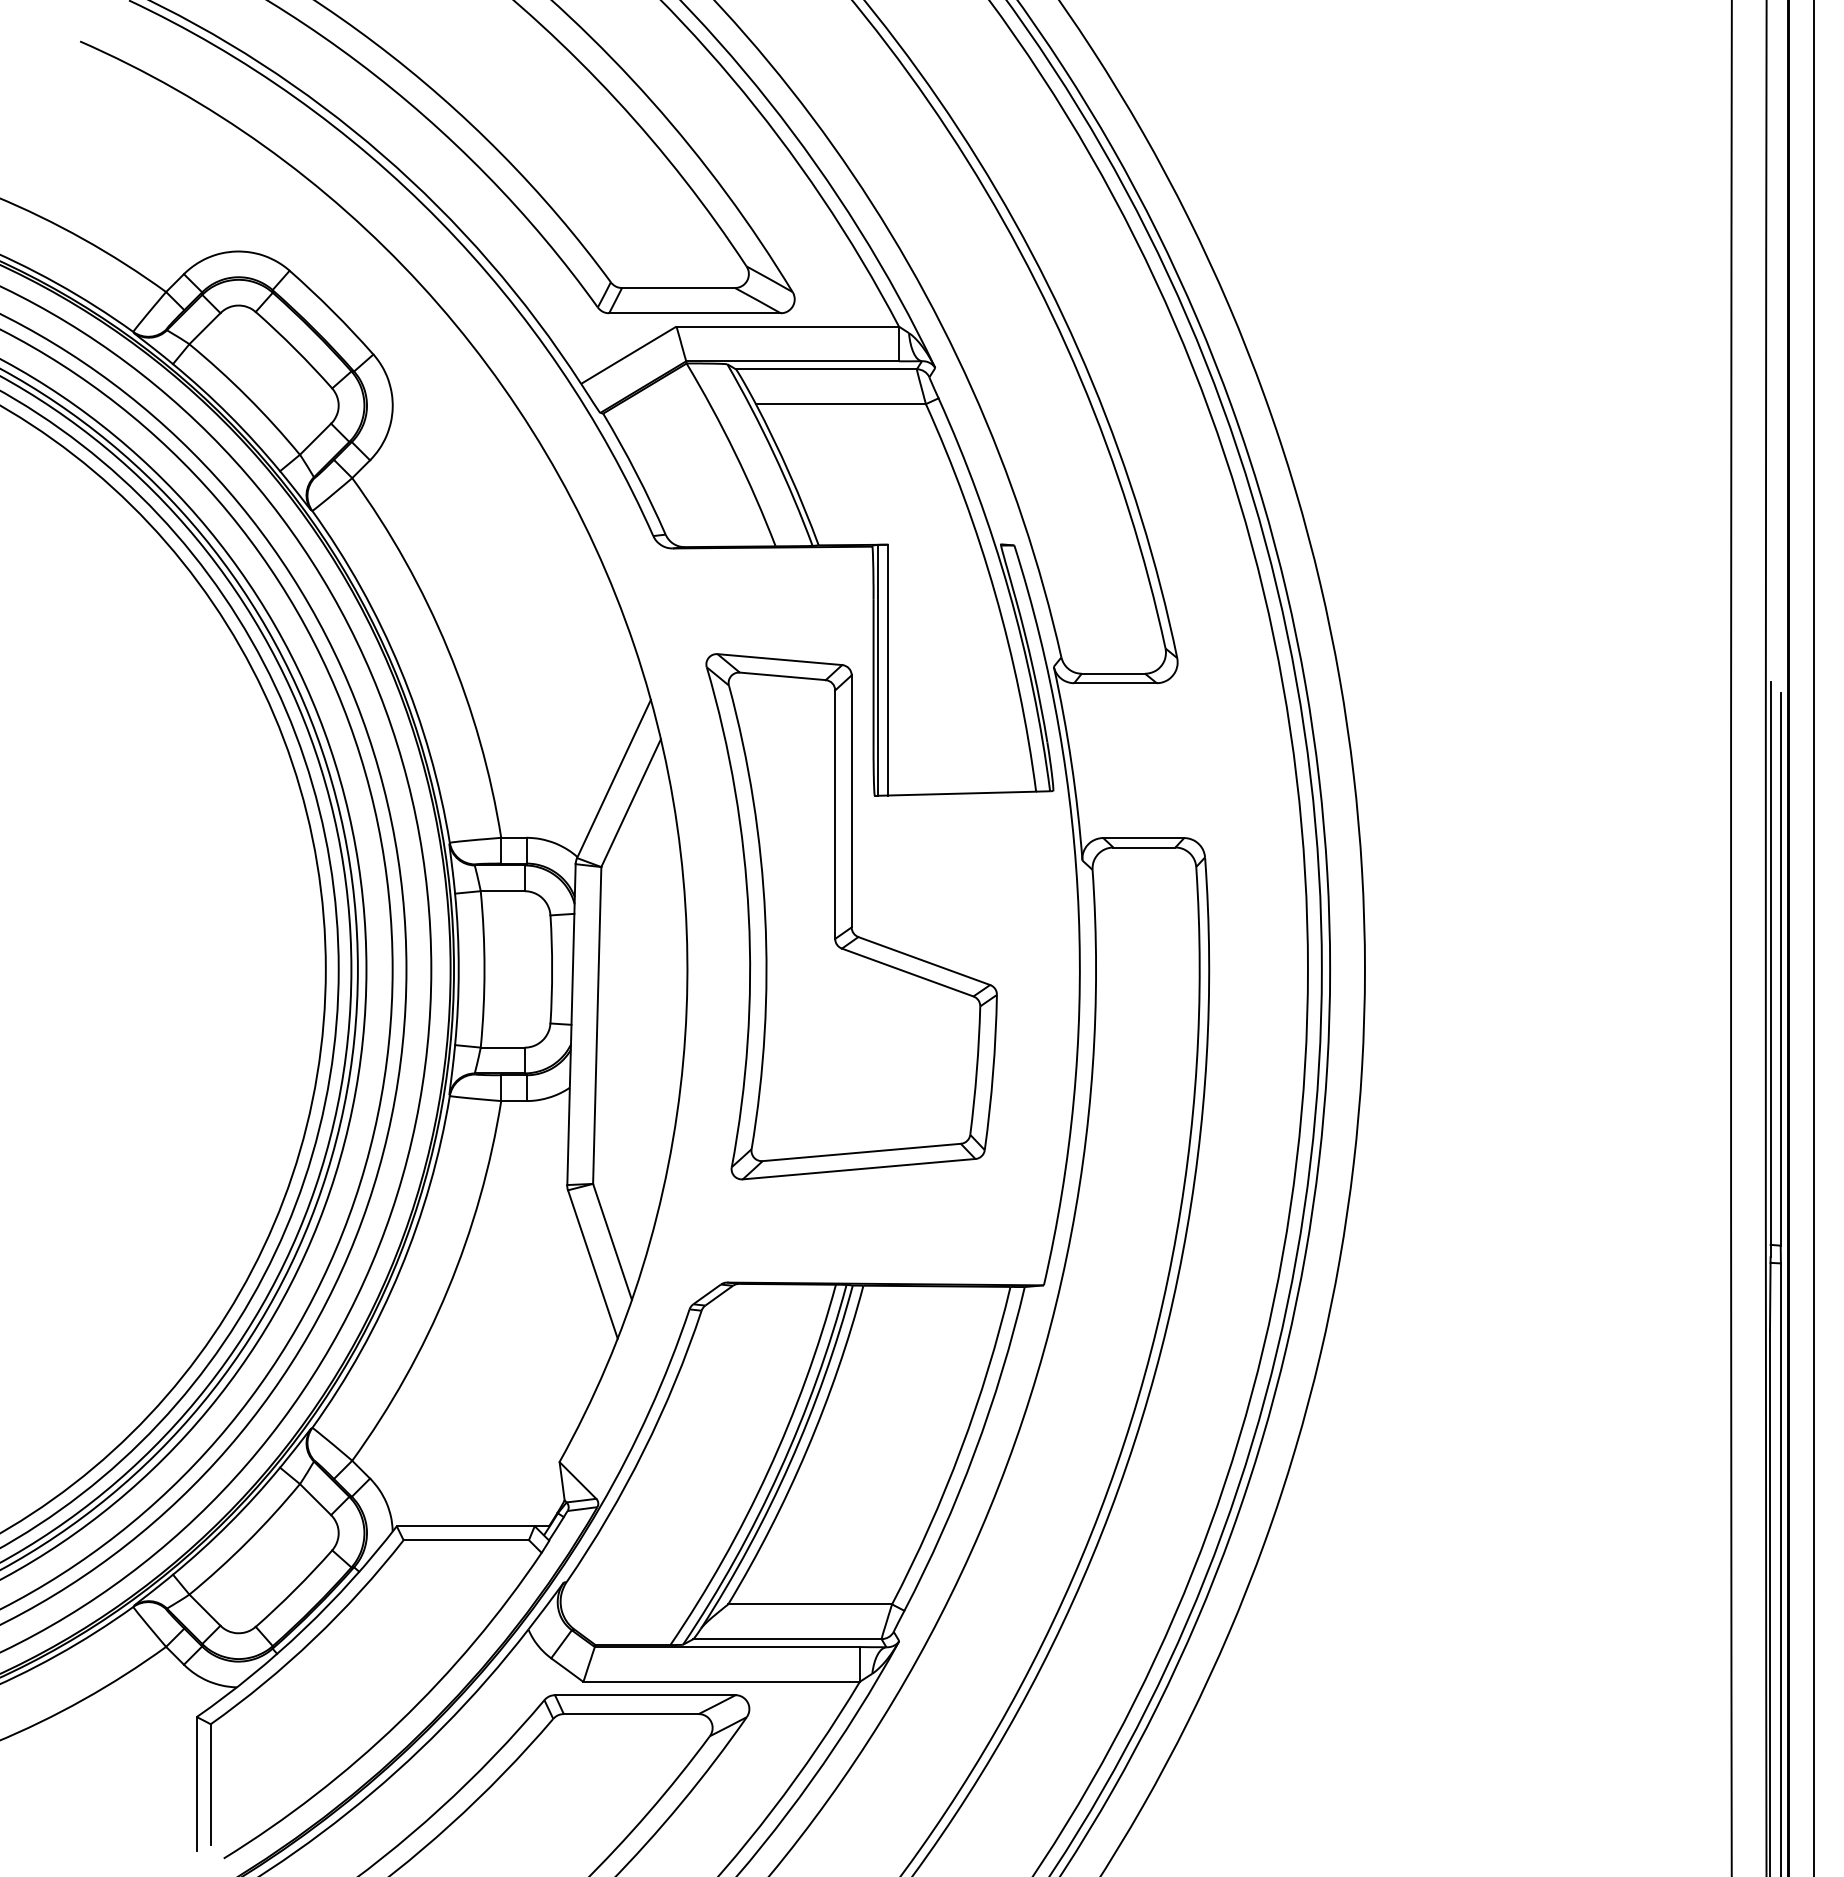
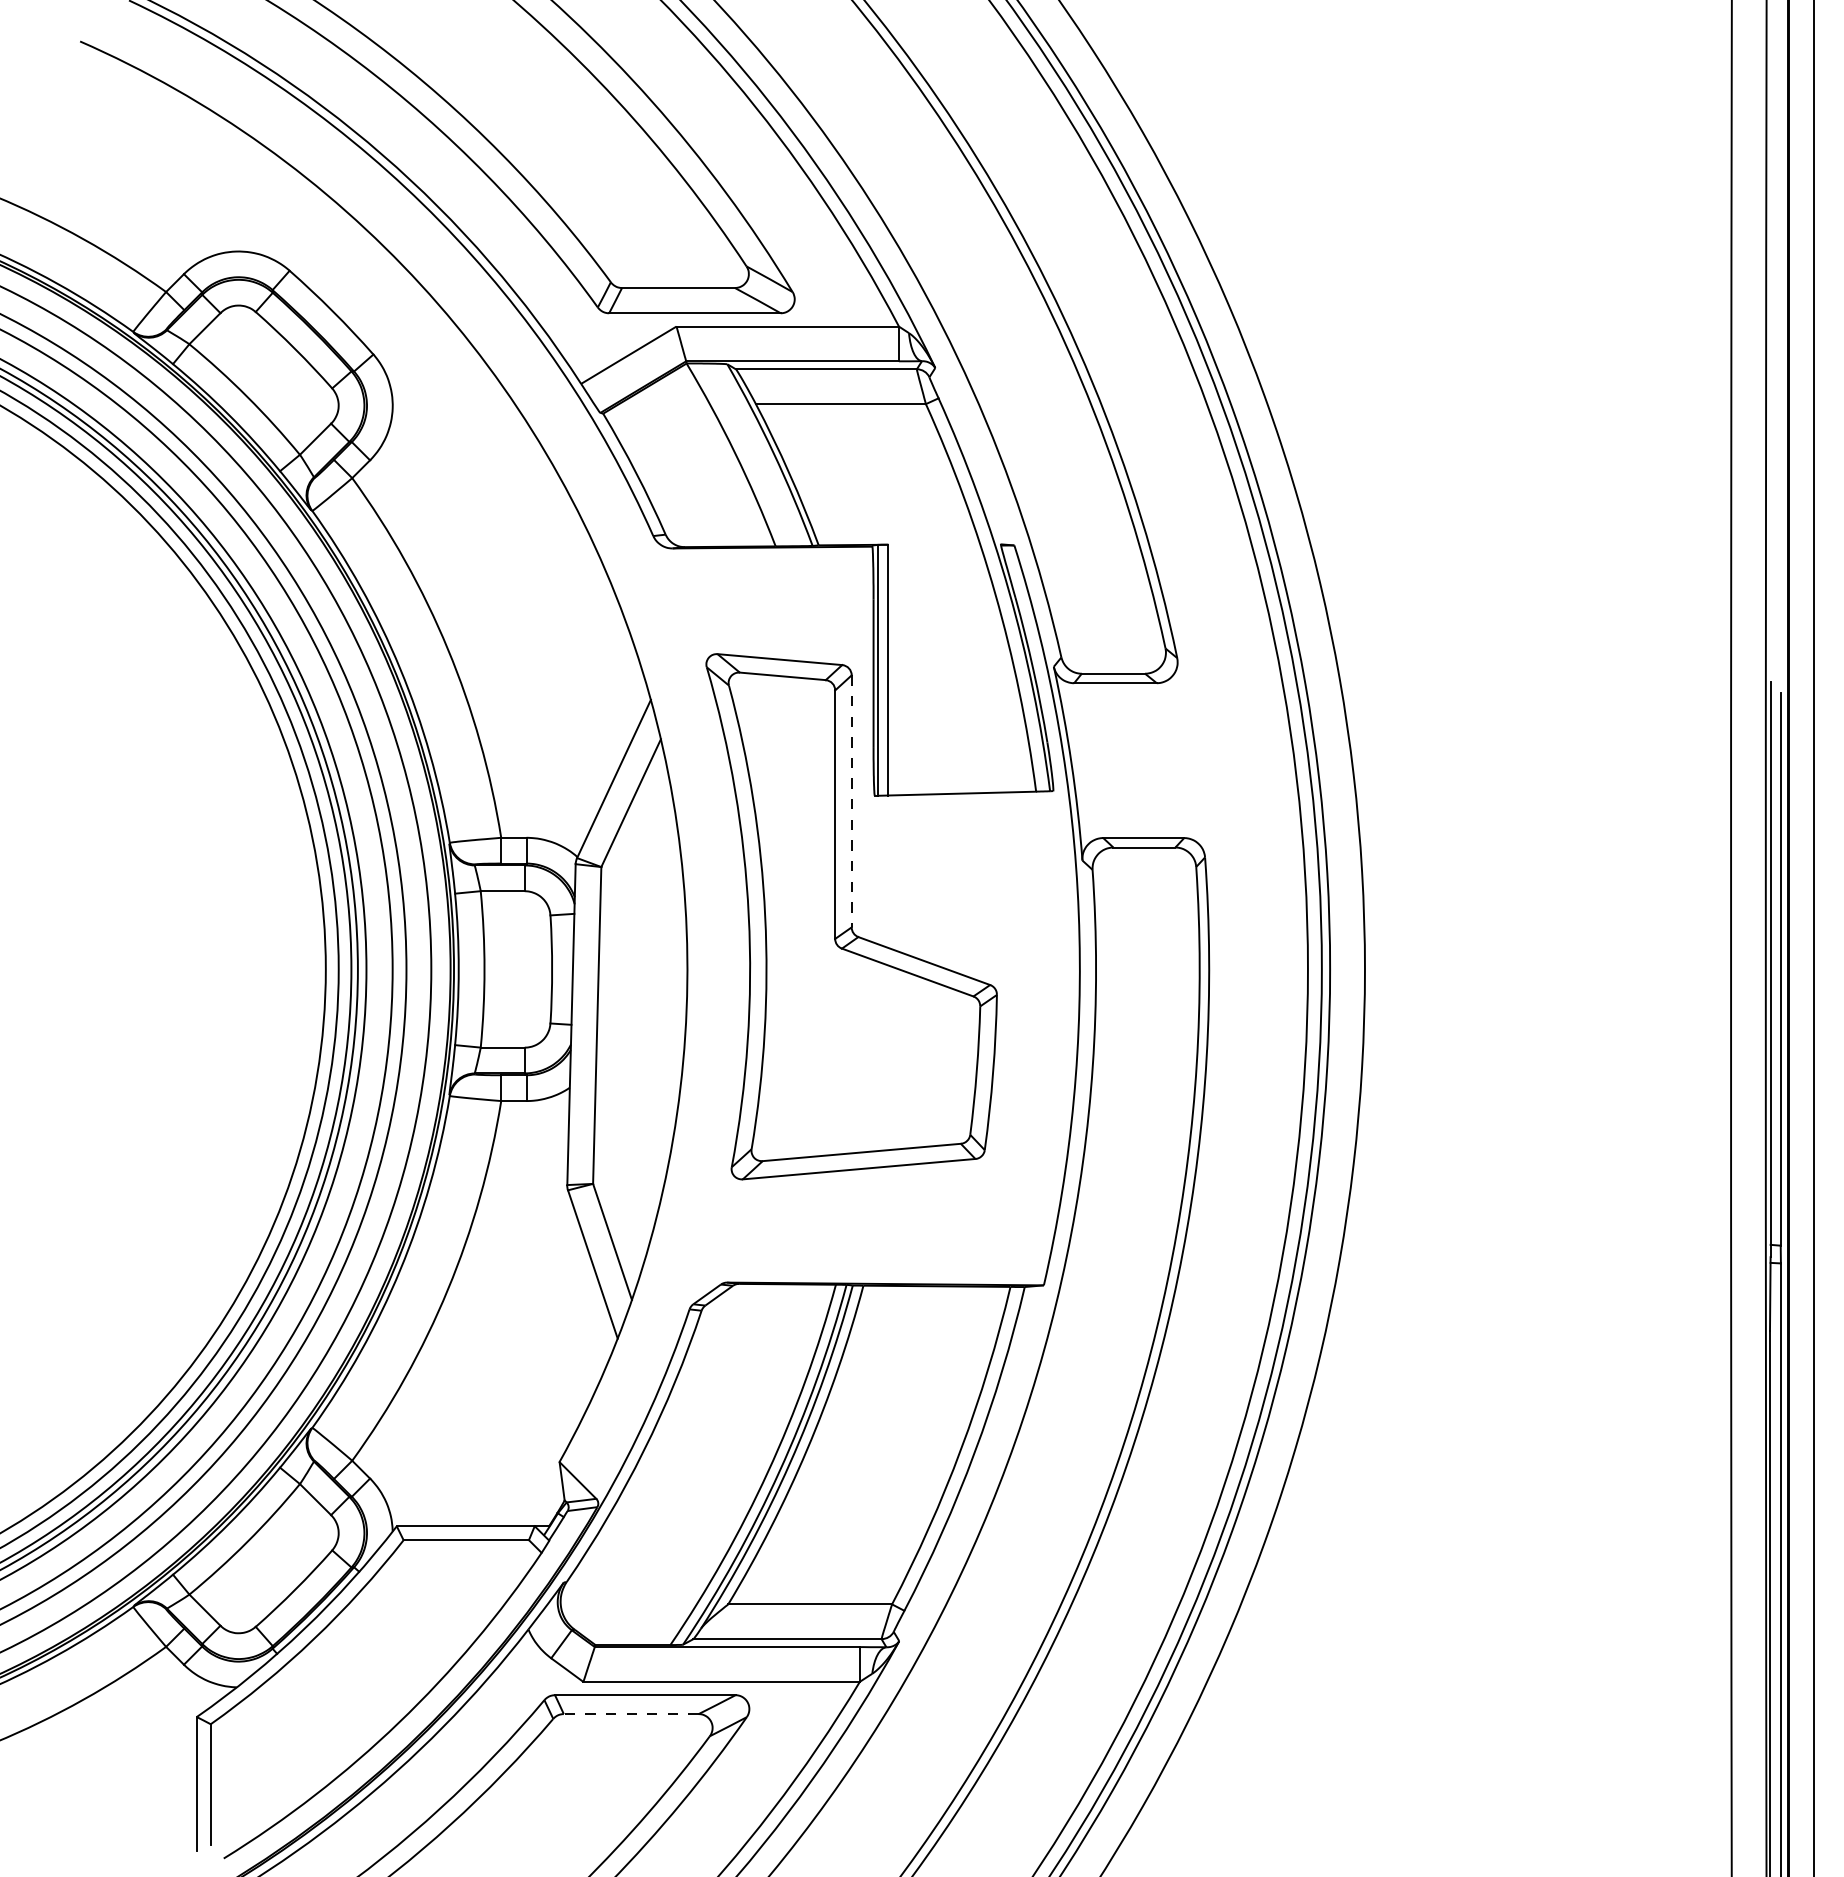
line at (851, 801): solid -> dashed
line at (630, 1714): solid -> dashed
